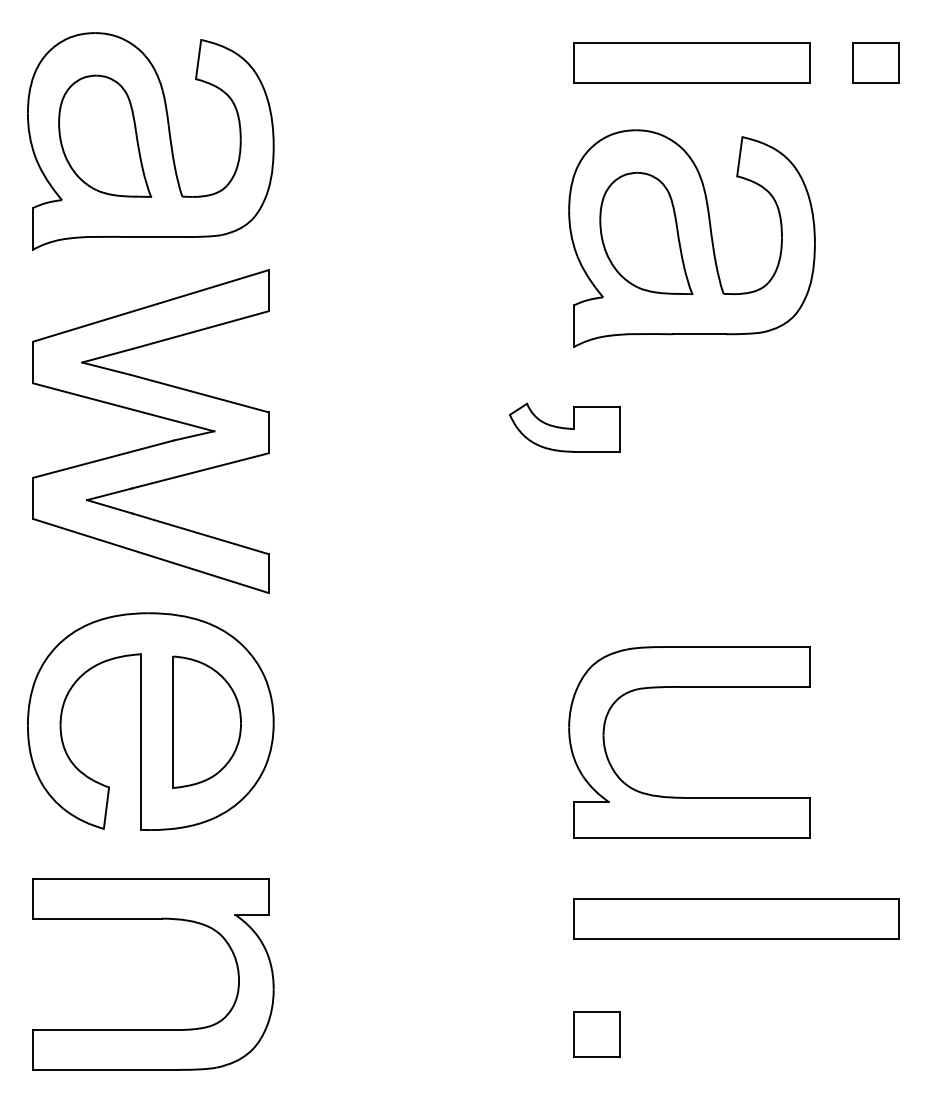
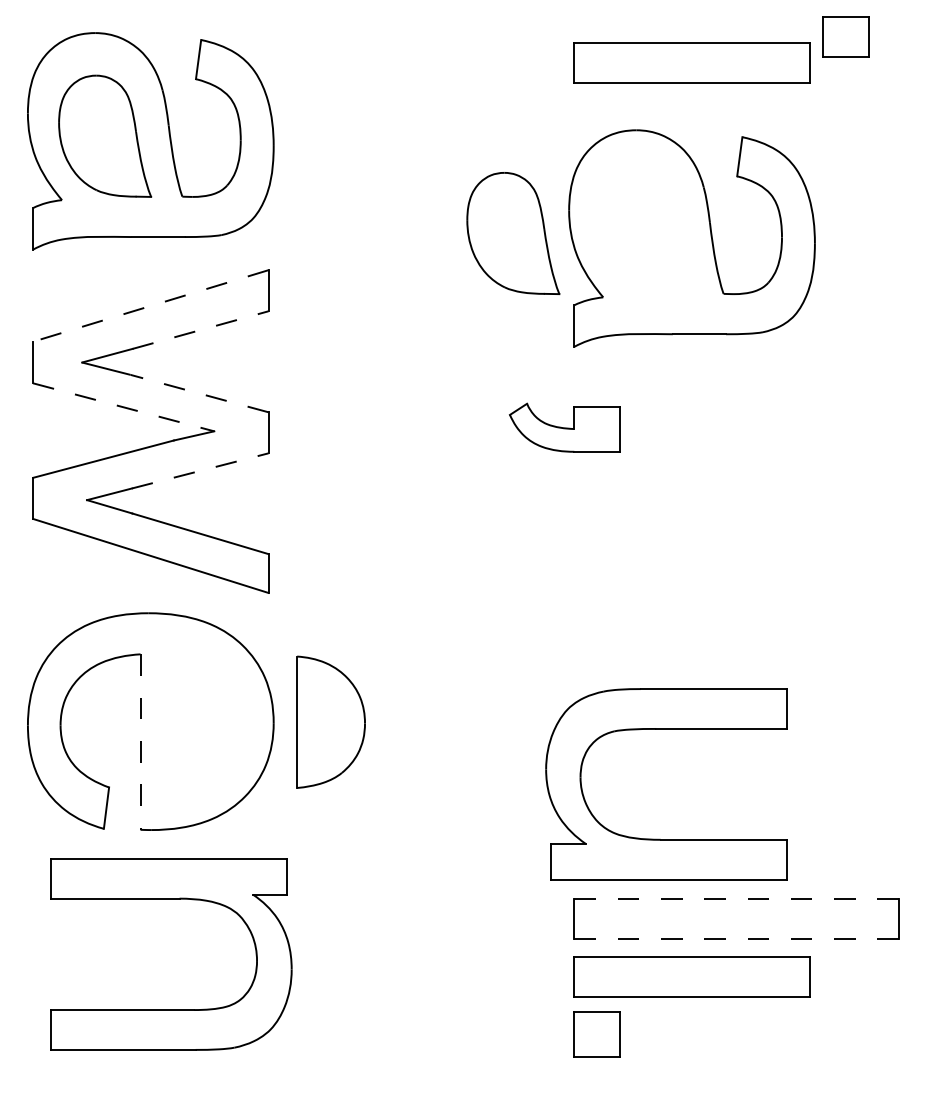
part at (875, 62) position: (875, 62) -> (845, 36)
part at (646, 233) position: (646, 233) -> (513, 233)
line at (150, 306): solid -> dashed
line at (200, 330): solid -> dashed
line at (199, 393): solid -> dashed
line at (123, 407): solid -> dashed
line at (200, 470): solid -> dashed
part at (206, 721) position: (206, 721) -> (330, 721)
line at (140, 742): solid -> dashed
part at (682, 796) position: (682, 796) -> (659, 838)
line at (736, 899): solid -> dashed
part at (153, 919) position: (153, 919) -> (171, 899)
line at (737, 939): solid -> dashed
part at (691, 976): none -> present
